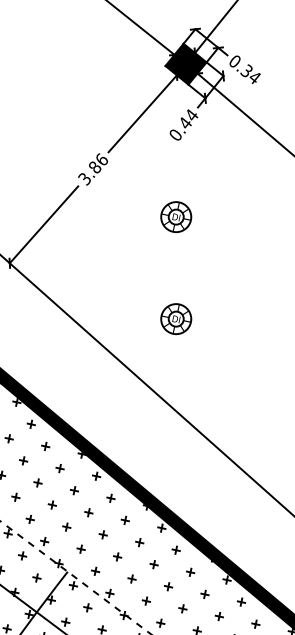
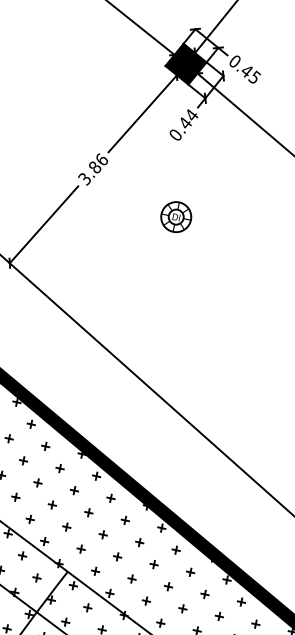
text at (250, 74): 0.34 -> 0.45
part at (176, 318): present -> none
line at (76, 578): dashed -> solid
